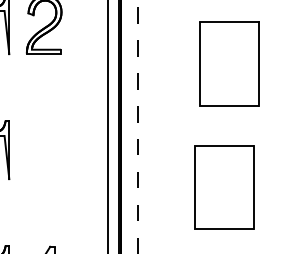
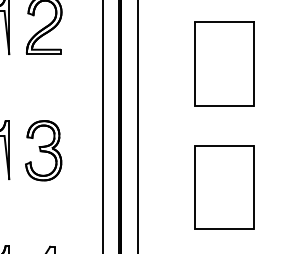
part at (229, 63) position: (229, 63) -> (224, 63)
line at (107, 126) position: (107, 126) -> (102, 126)
line at (137, 127): dashed -> solid
part at (43, 150): none -> present
